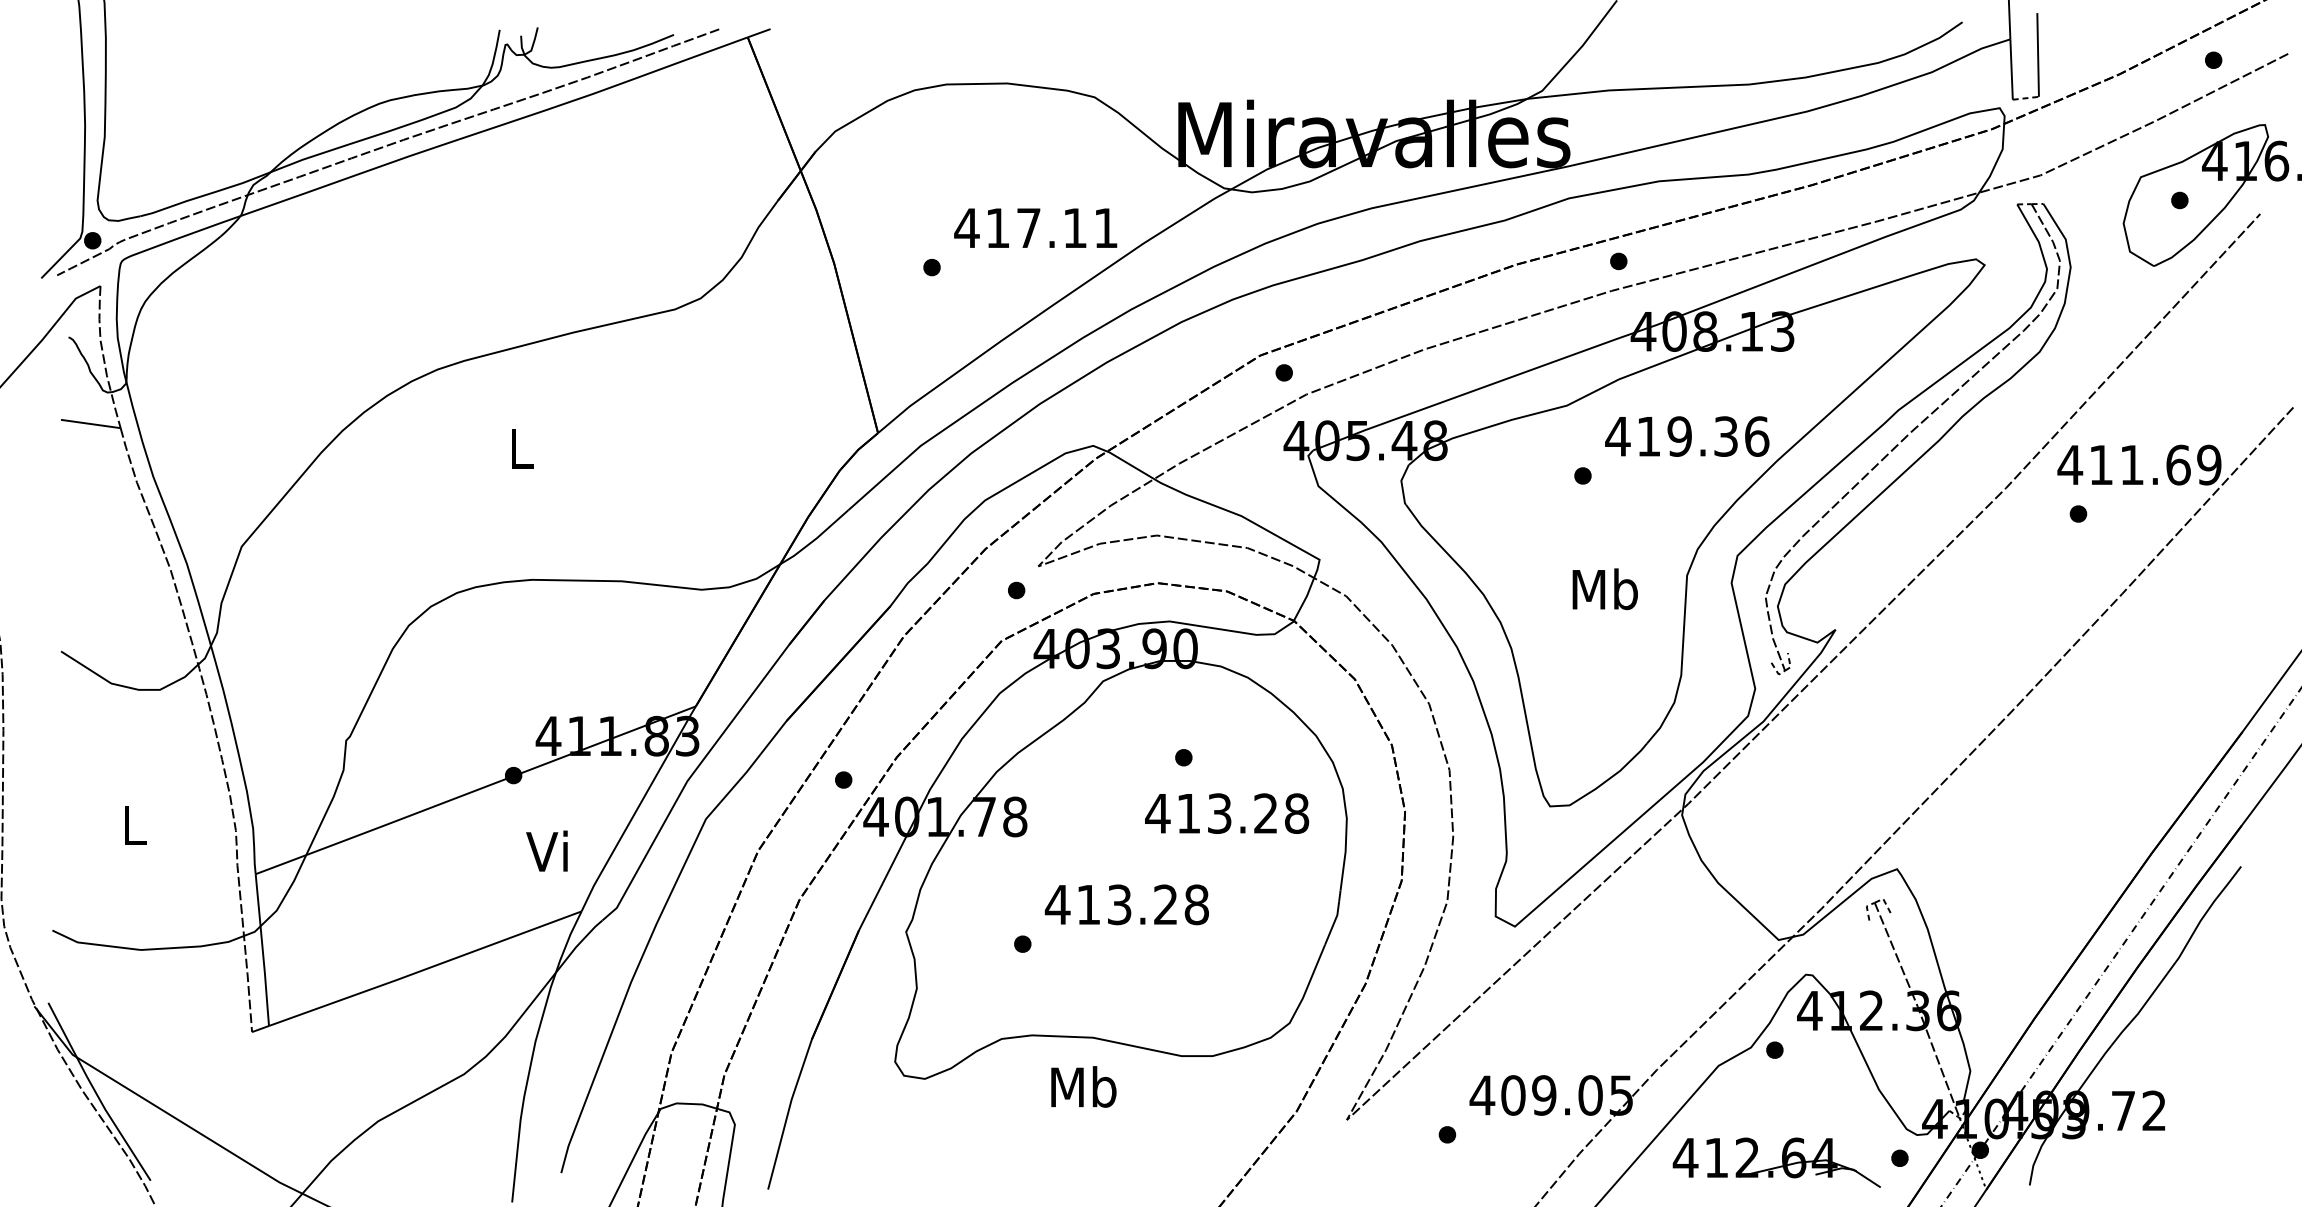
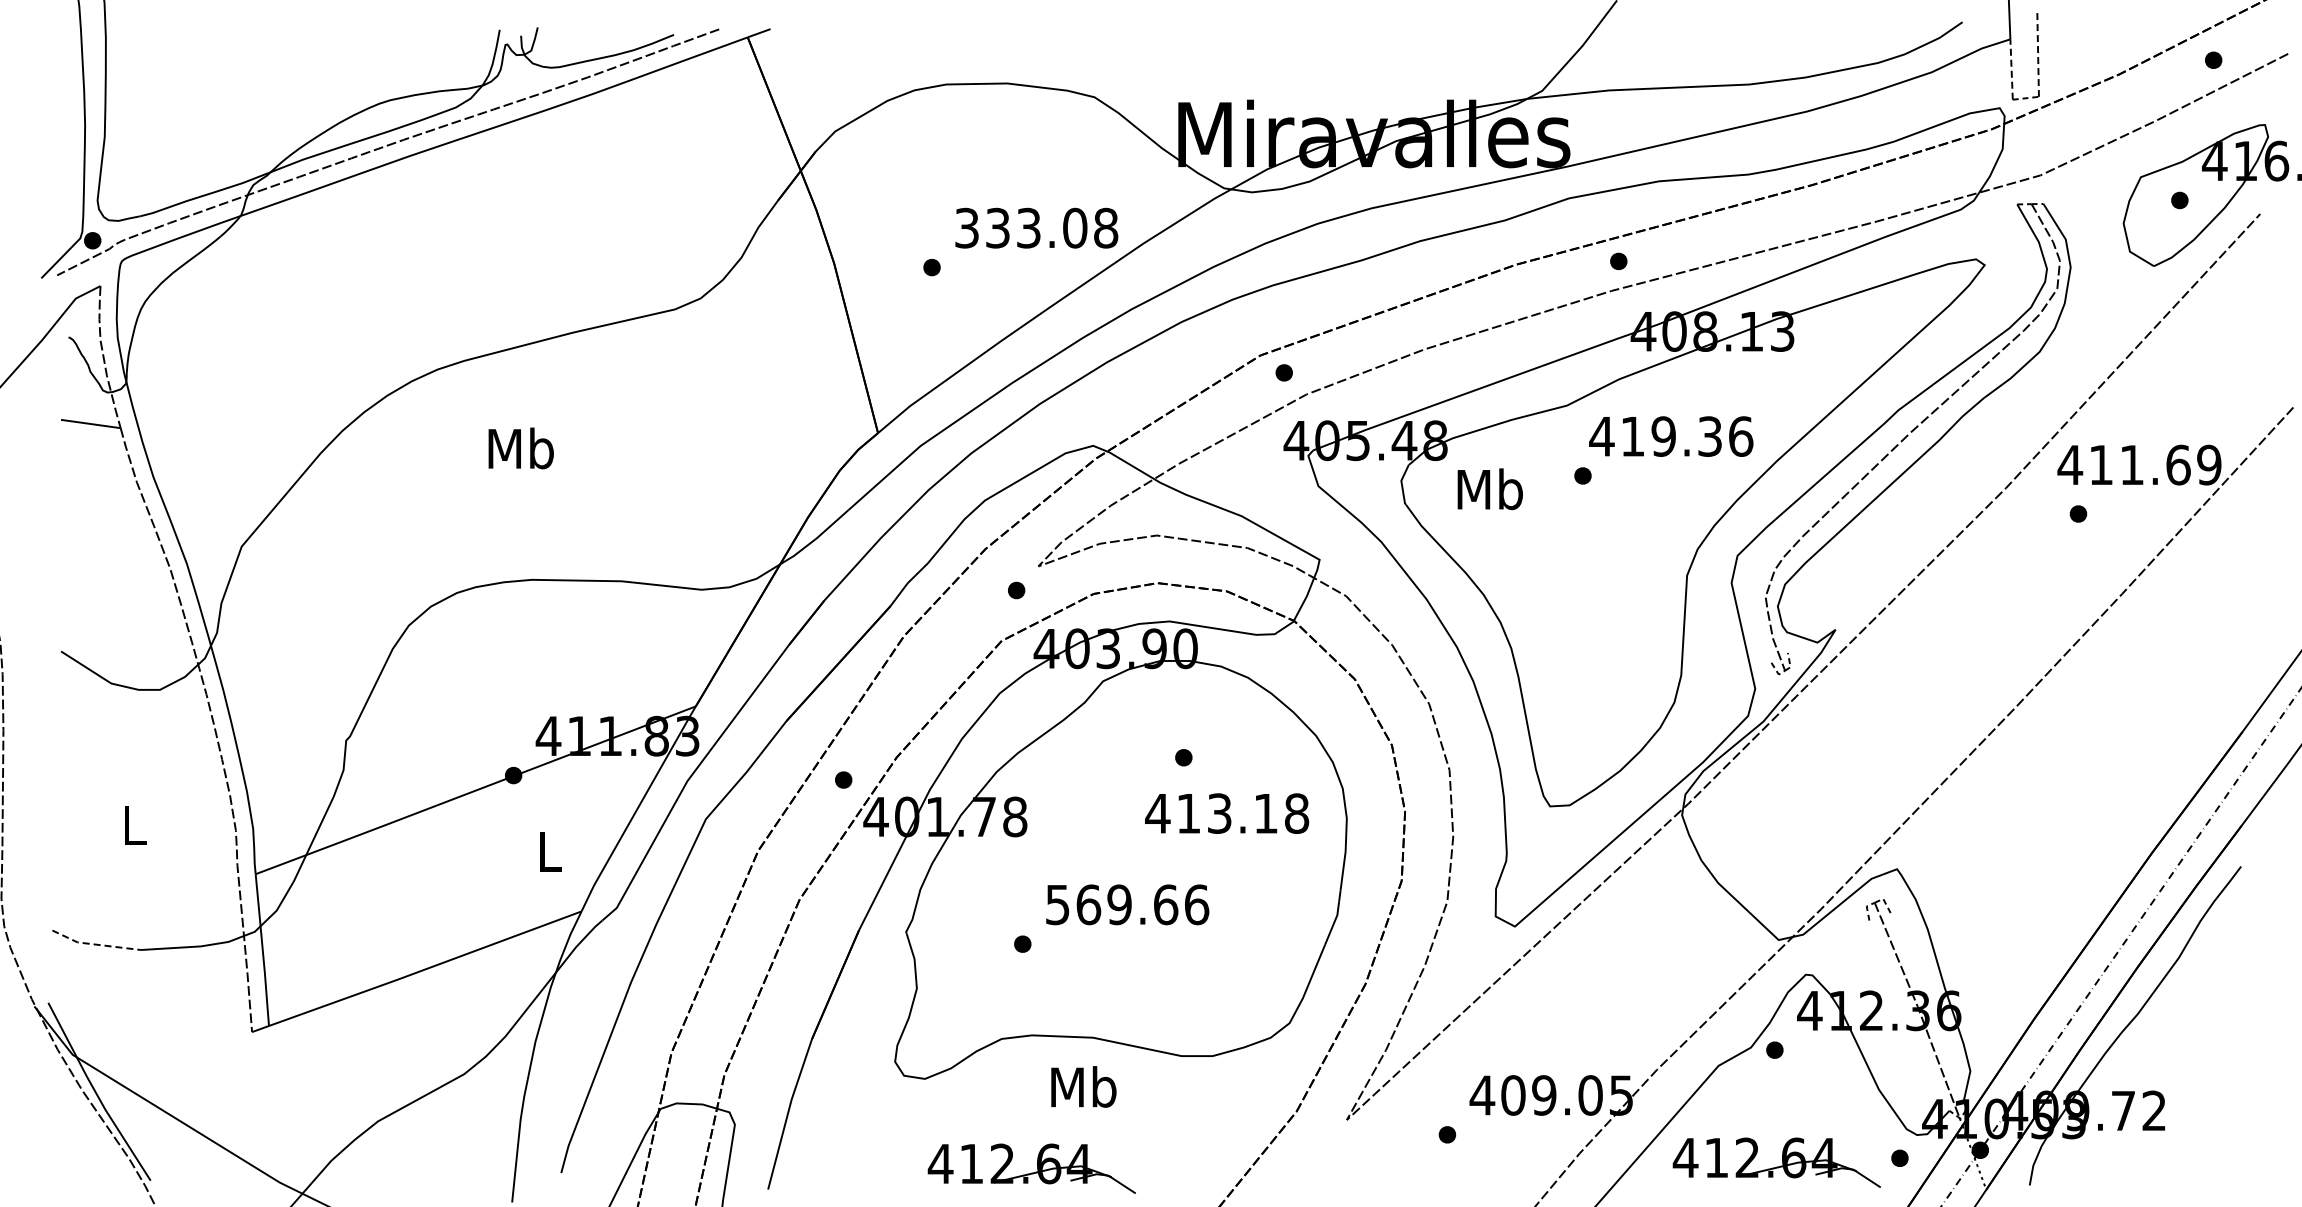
line at (2038, 54): solid -> dashed
line at (2011, 69): solid -> dashed
text at (1036, 227): 417.11 -> 333.08
text at (1687, 436) position: (1687, 436) -> (1671, 436)
text at (520, 448): L -> Mb
text at (1604, 589) position: (1604, 589) -> (1489, 489)
text at (1265, 813): 413.28 -> 413.18
text at (546, 850): Vi -> L
text at (1126, 904): 413.28 -> 569.66
line at (95, 944): solid -> dashed
part at (1031, 1168): none -> present
